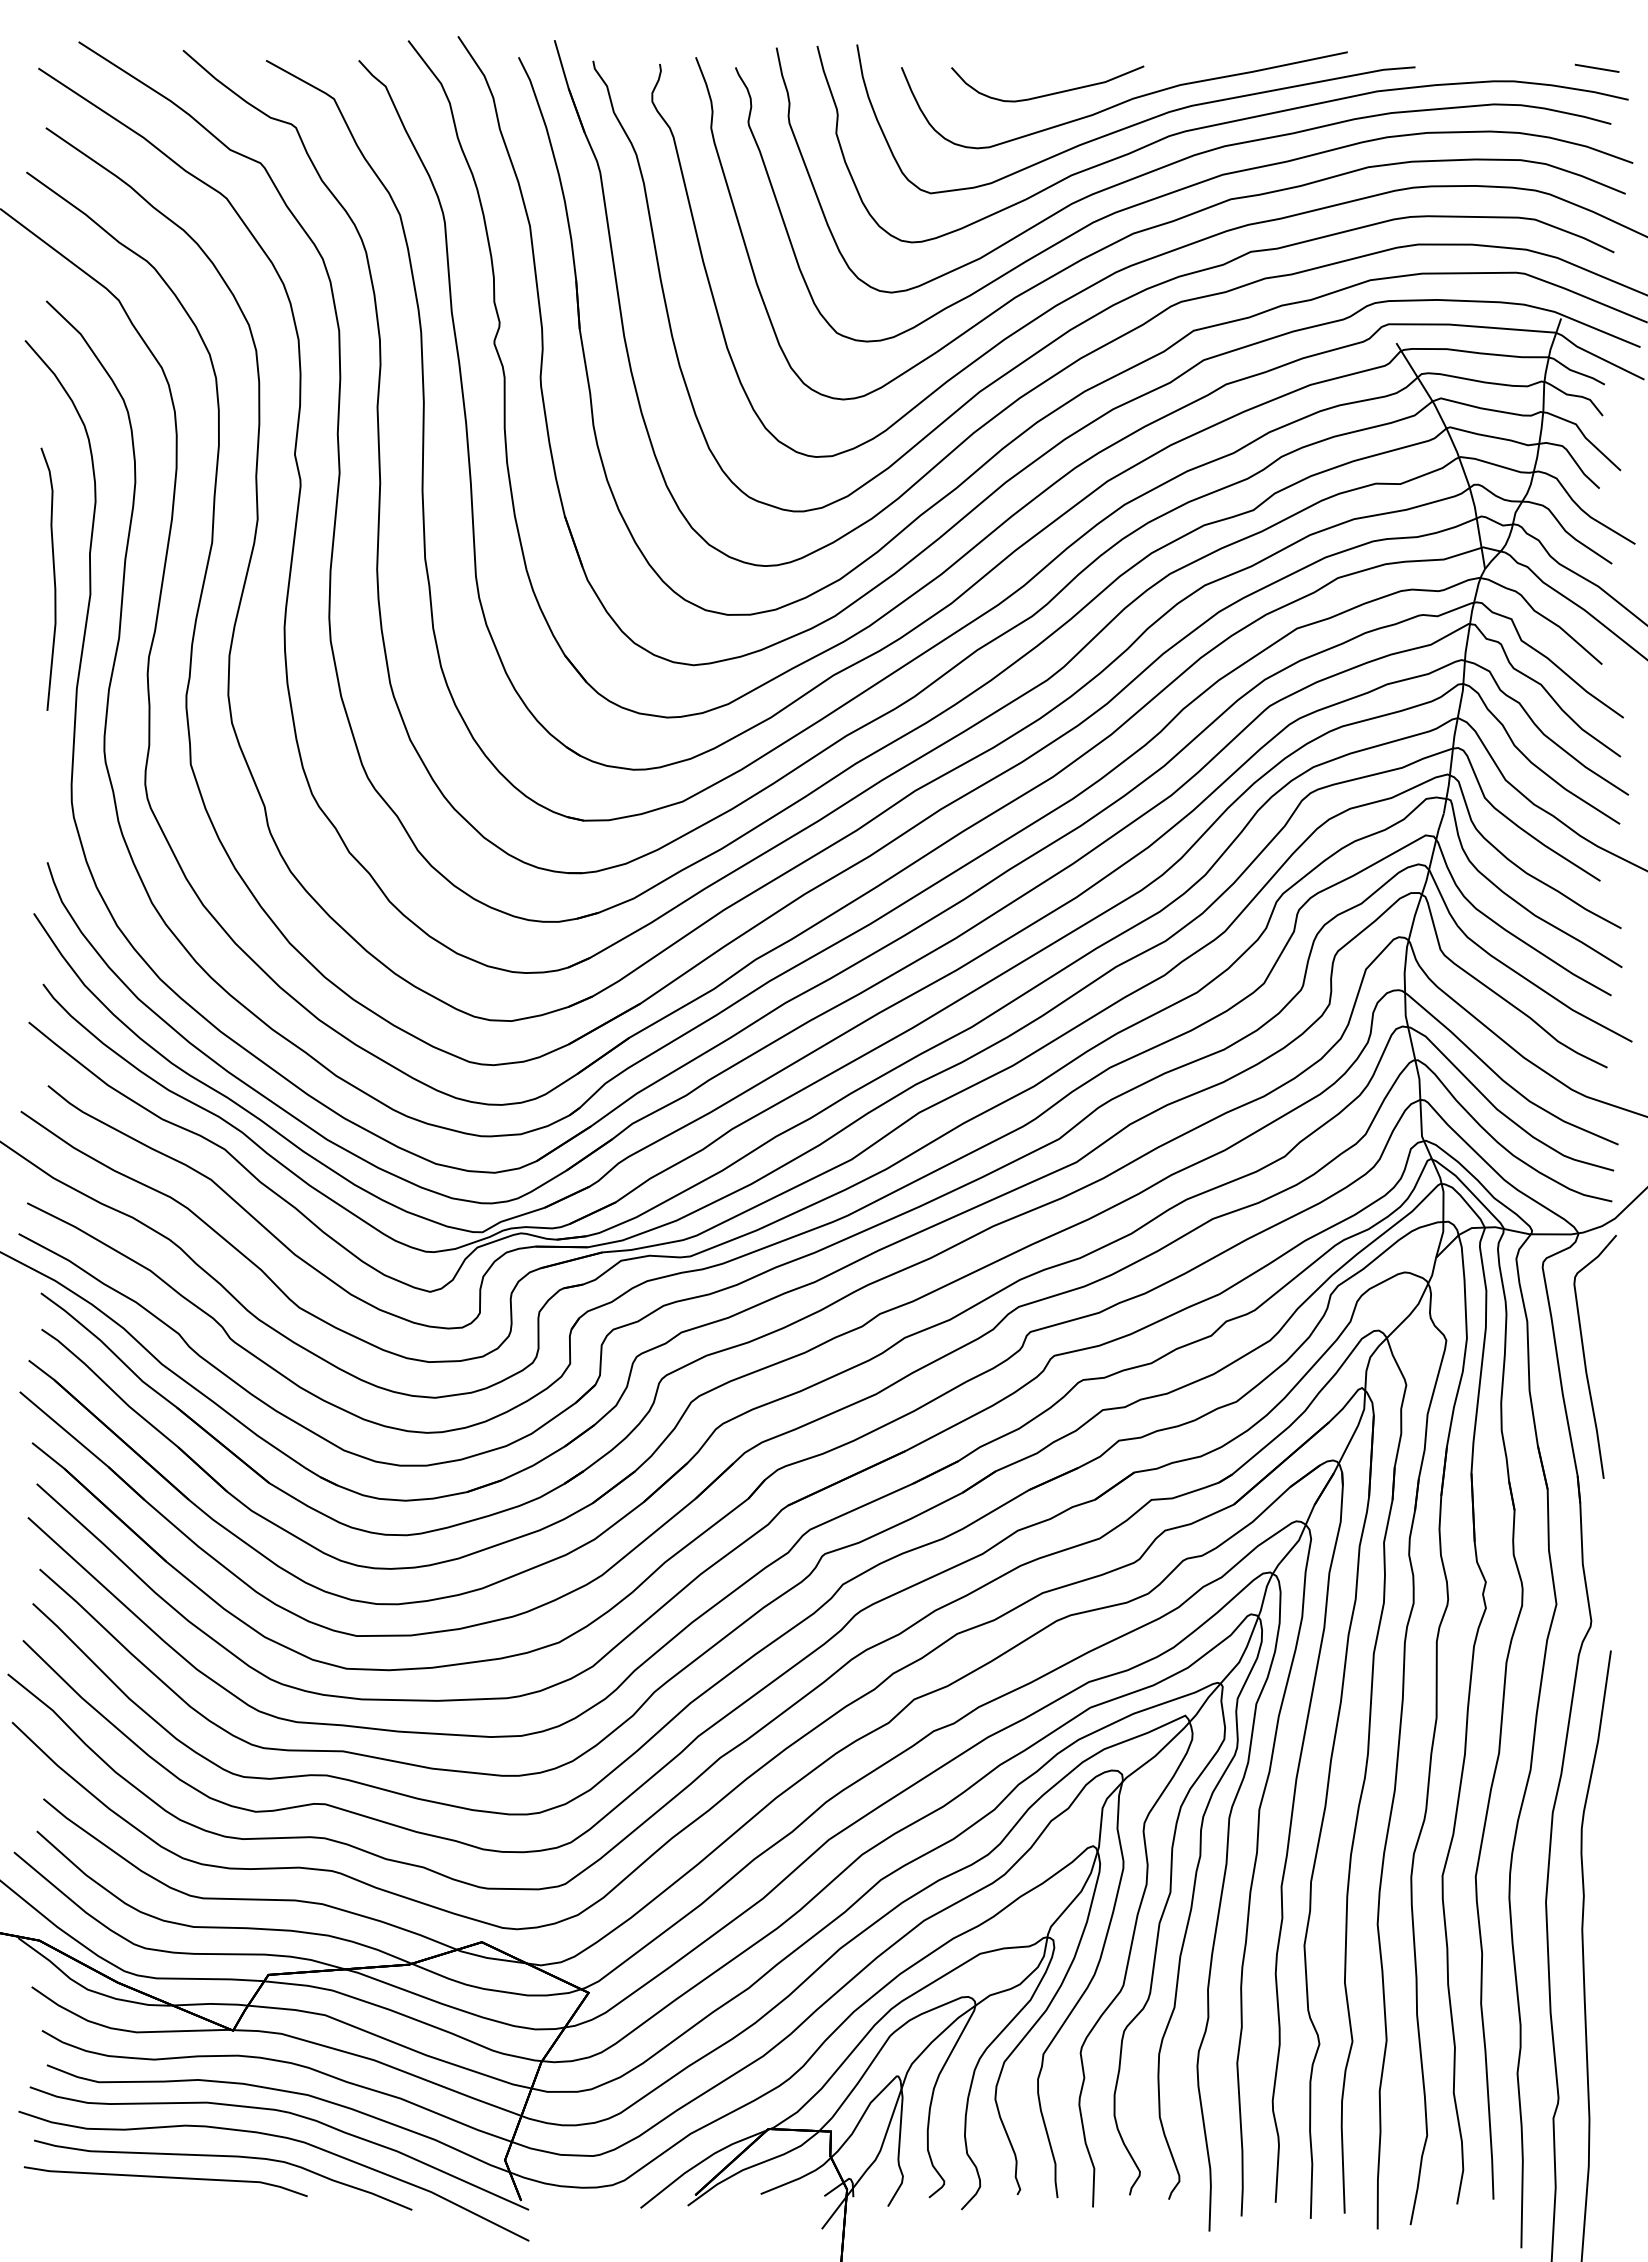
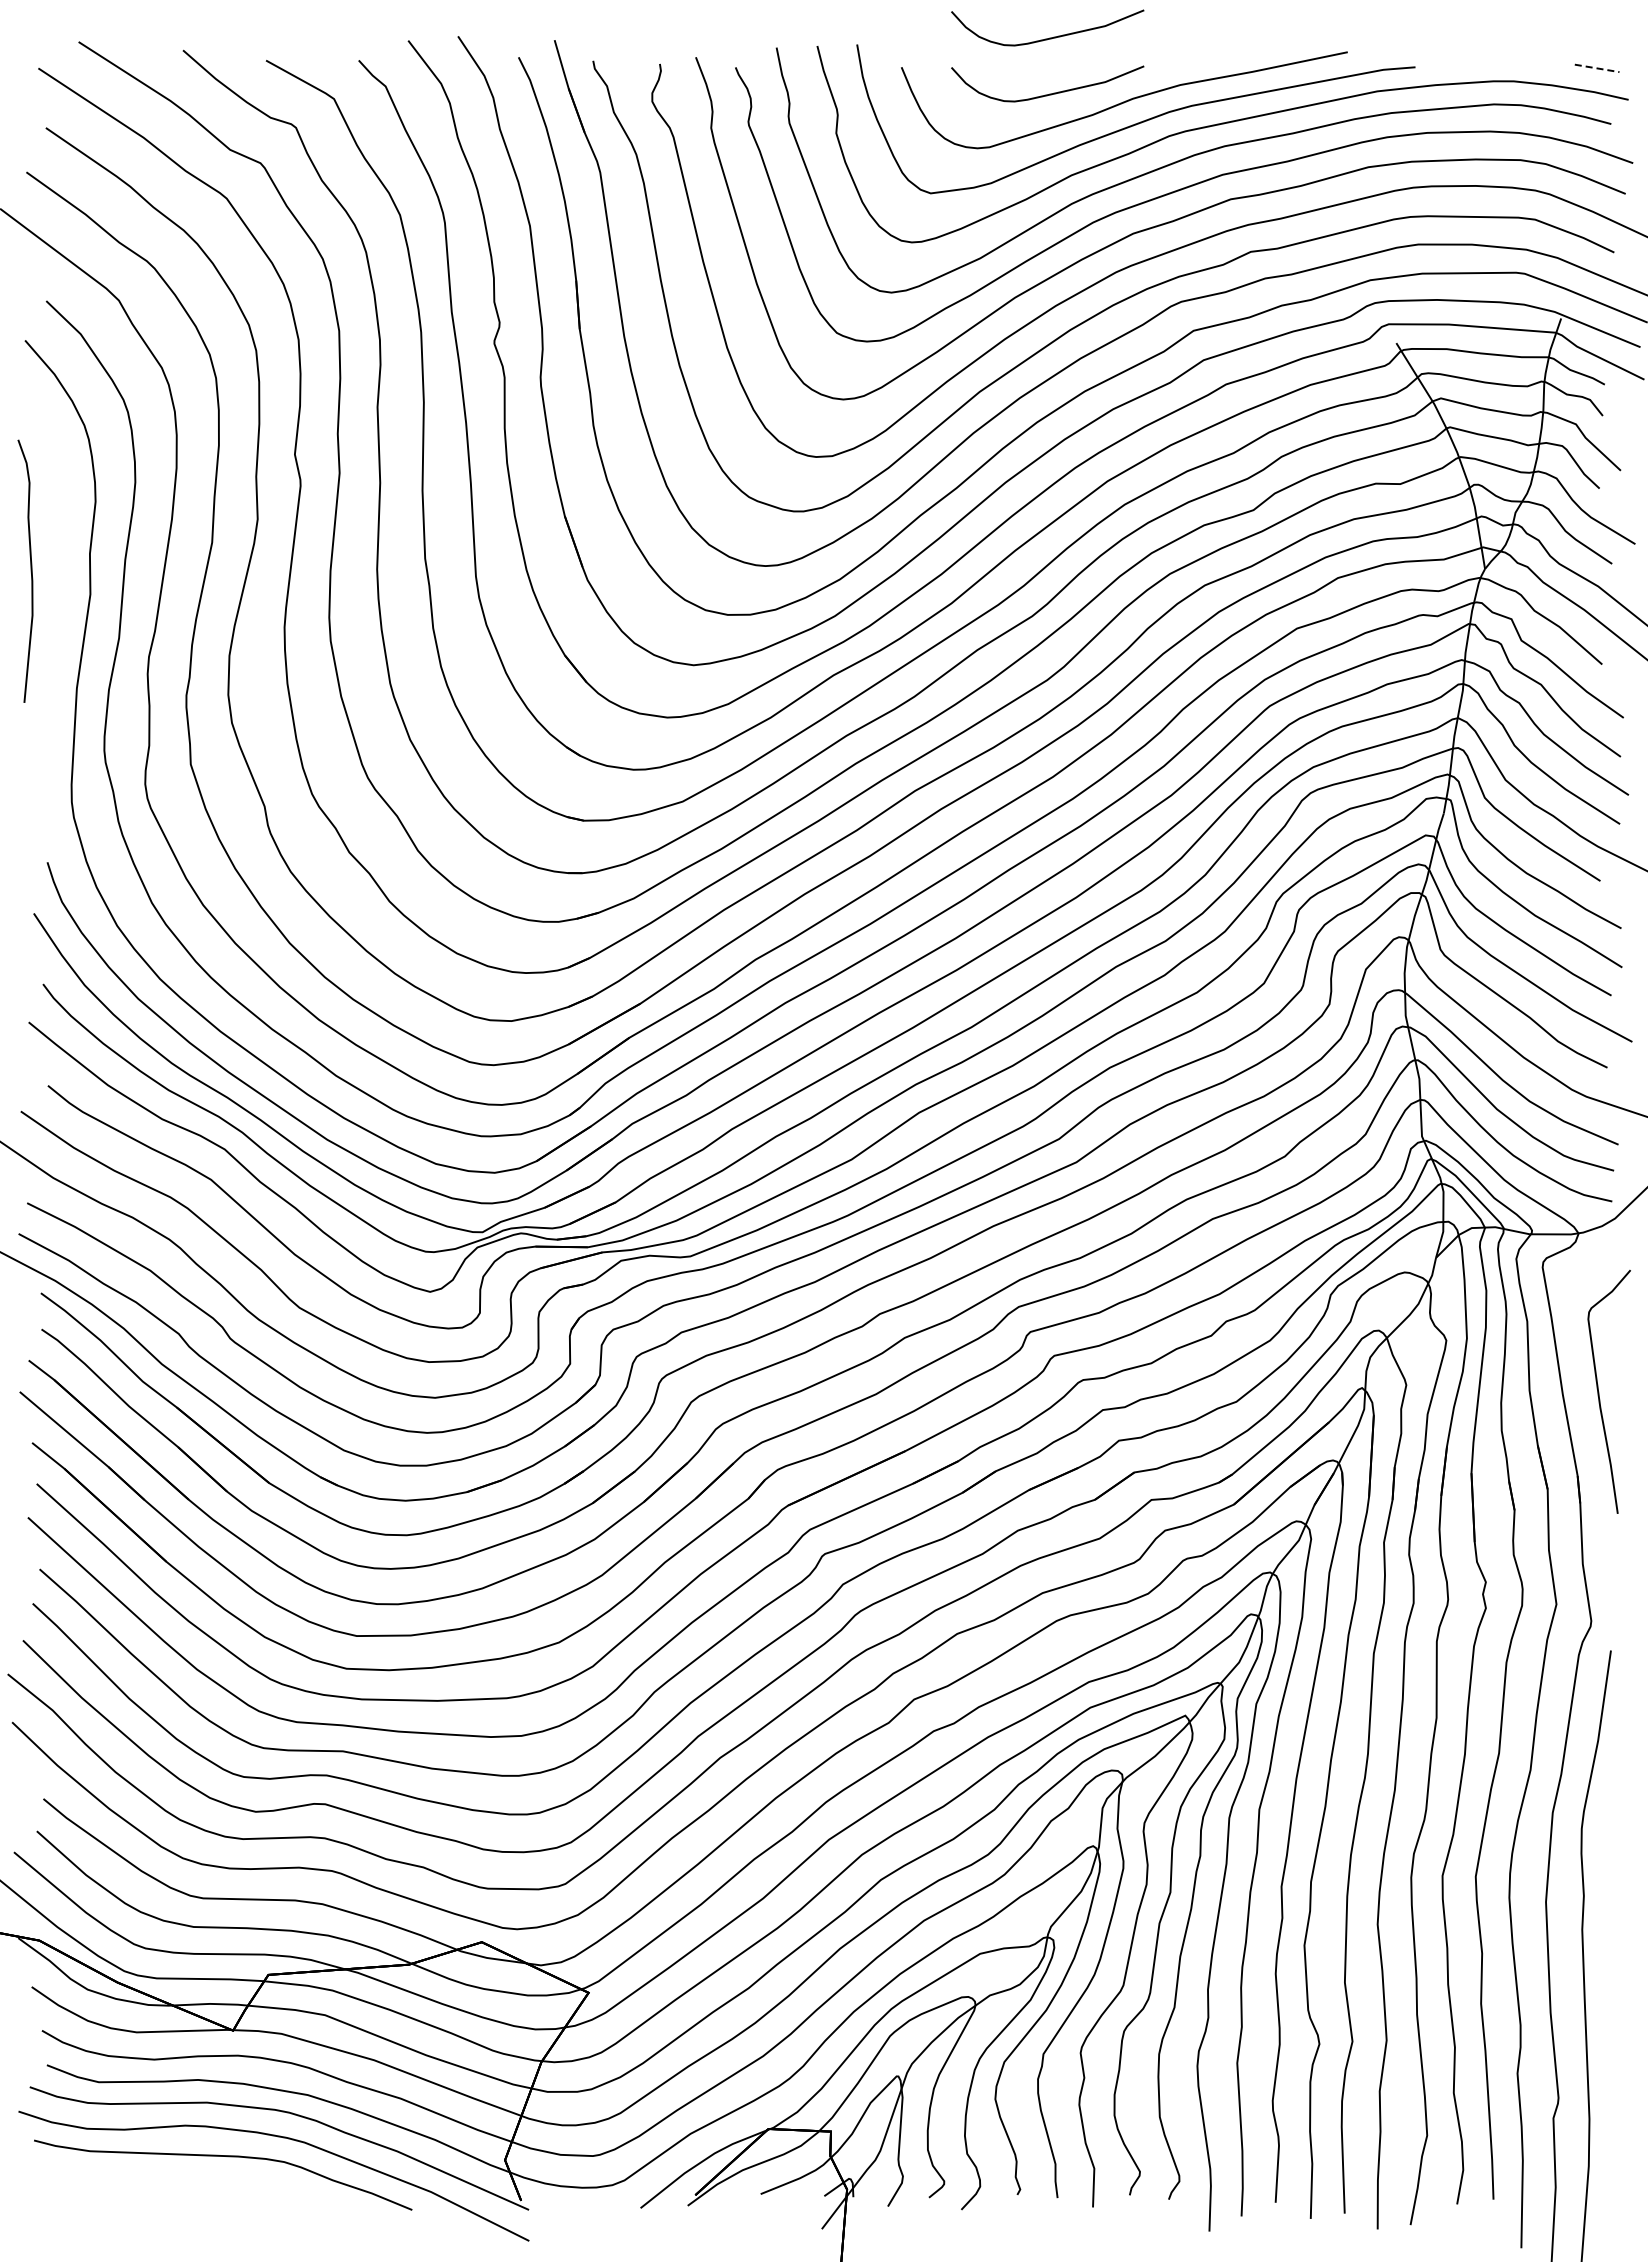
curve at (1049, 37): none -> present
line at (1597, 68): solid -> dashed
curve at (53, 578) position: (53, 578) -> (30, 570)
curve at (1585, 1357) position: (1585, 1357) -> (1599, 1392)
curve at (165, 2178): present -> none
